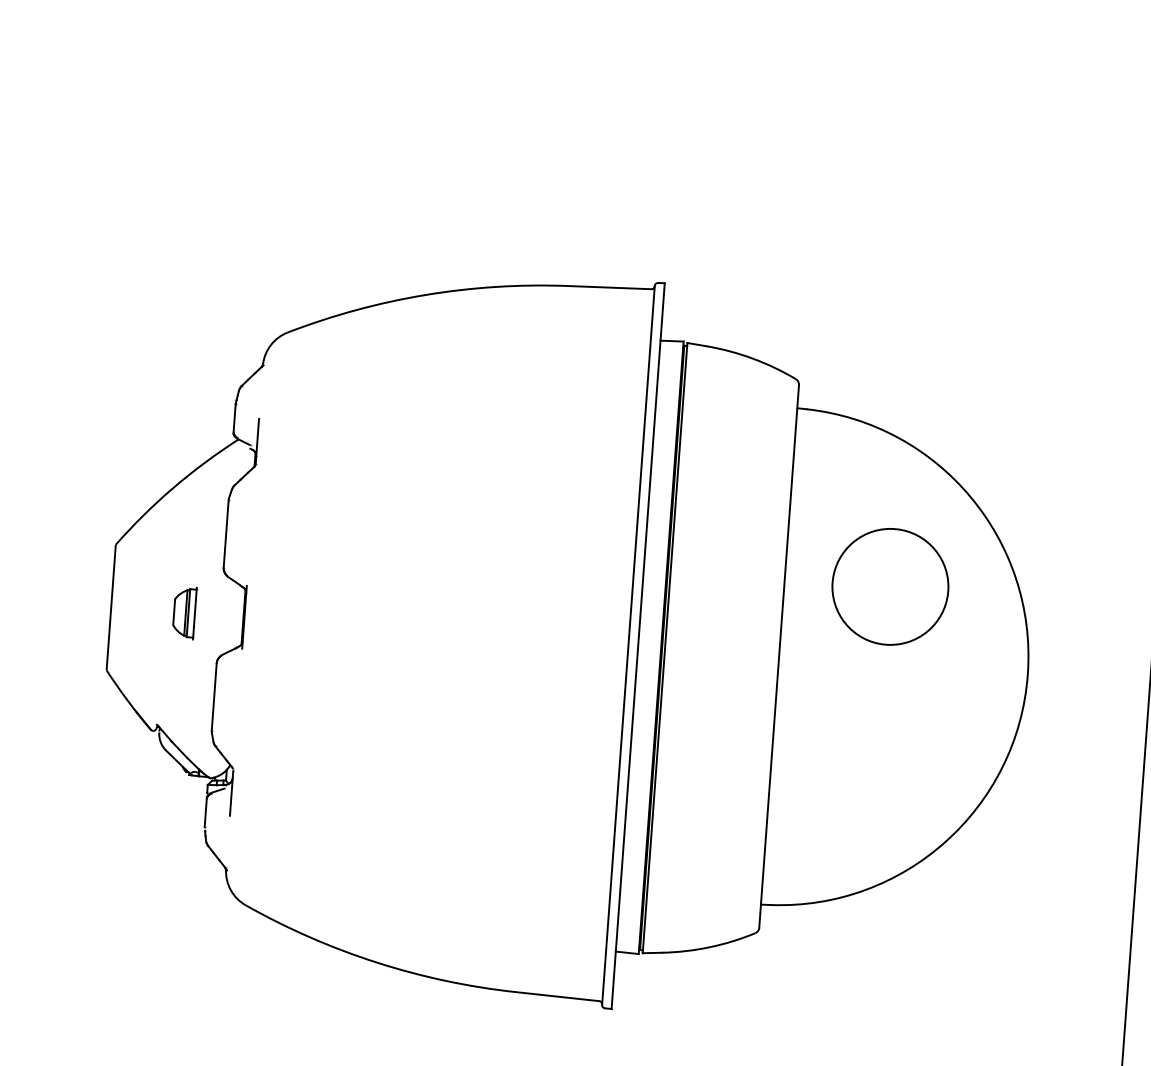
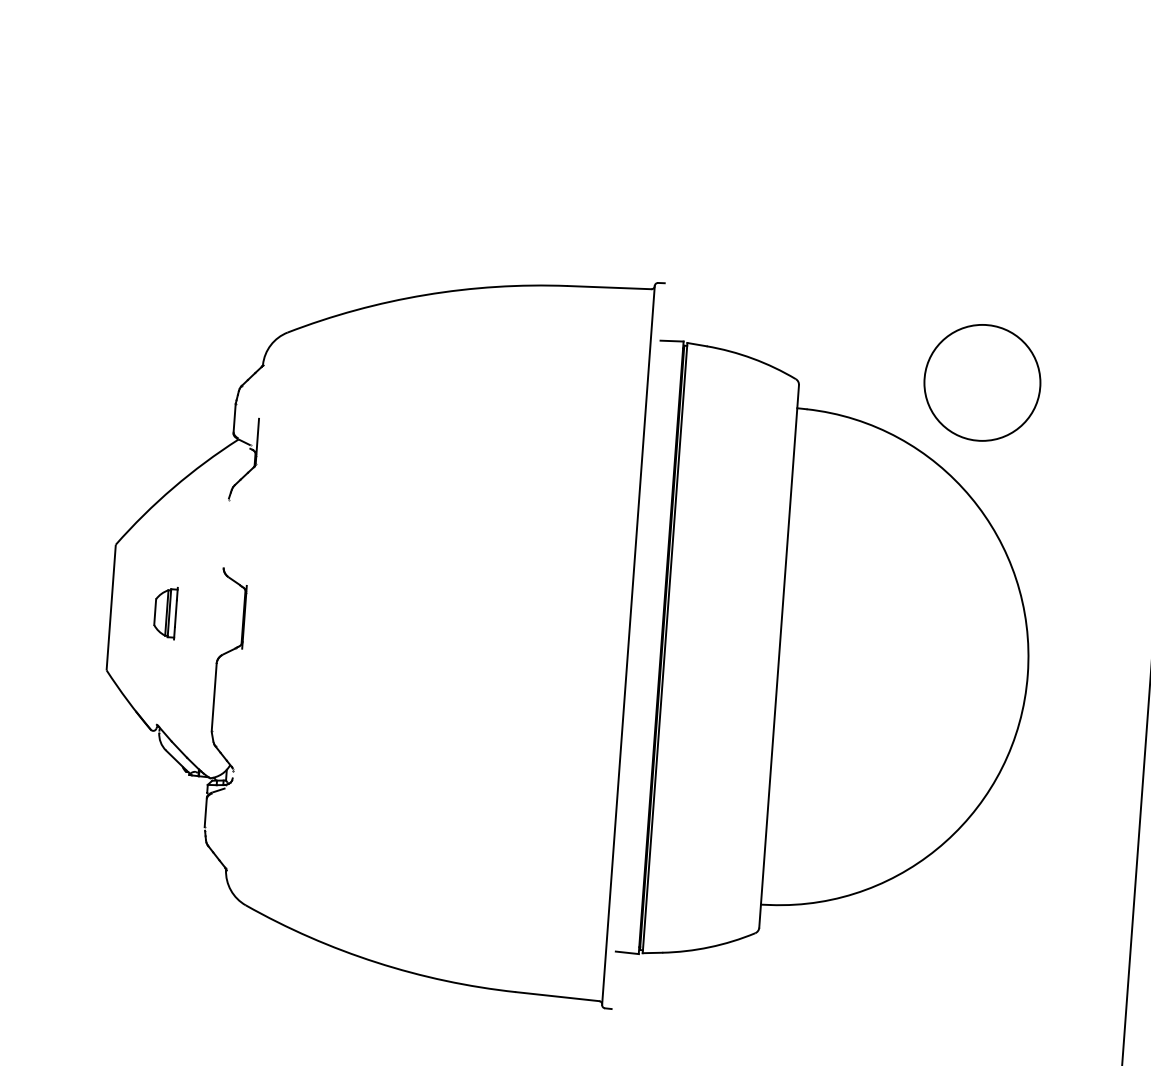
line at (225, 533): present -> none
circle at (890, 586) position: (890, 586) -> (982, 382)
part at (184, 613) position: (184, 613) -> (165, 613)
line at (637, 646): present -> none
line at (231, 793): present -> none
